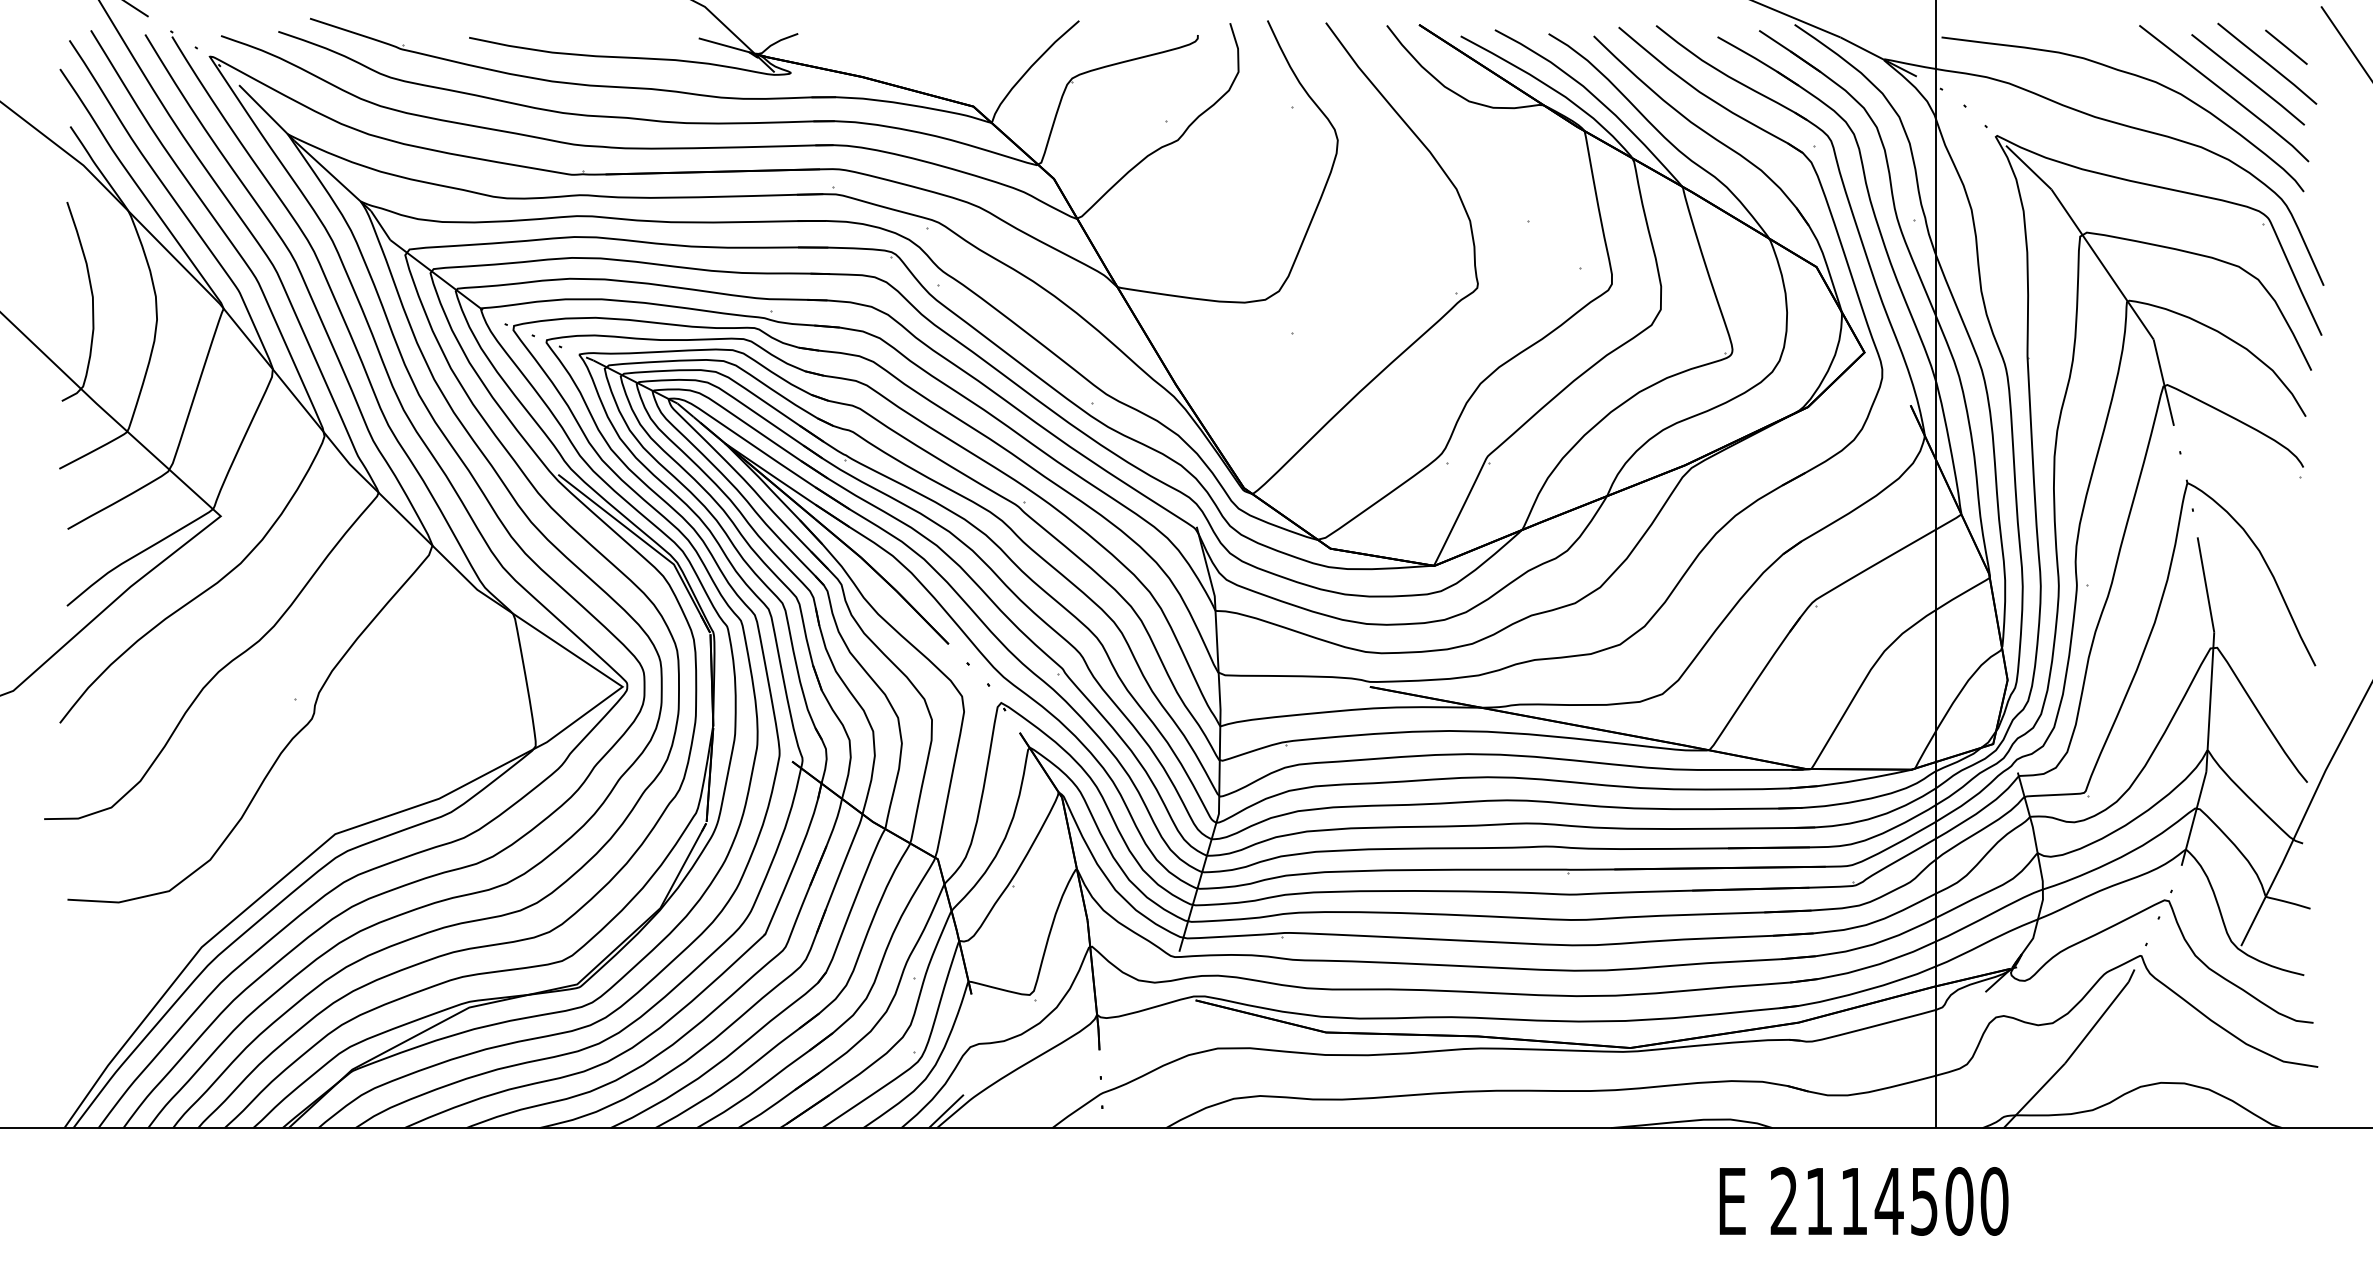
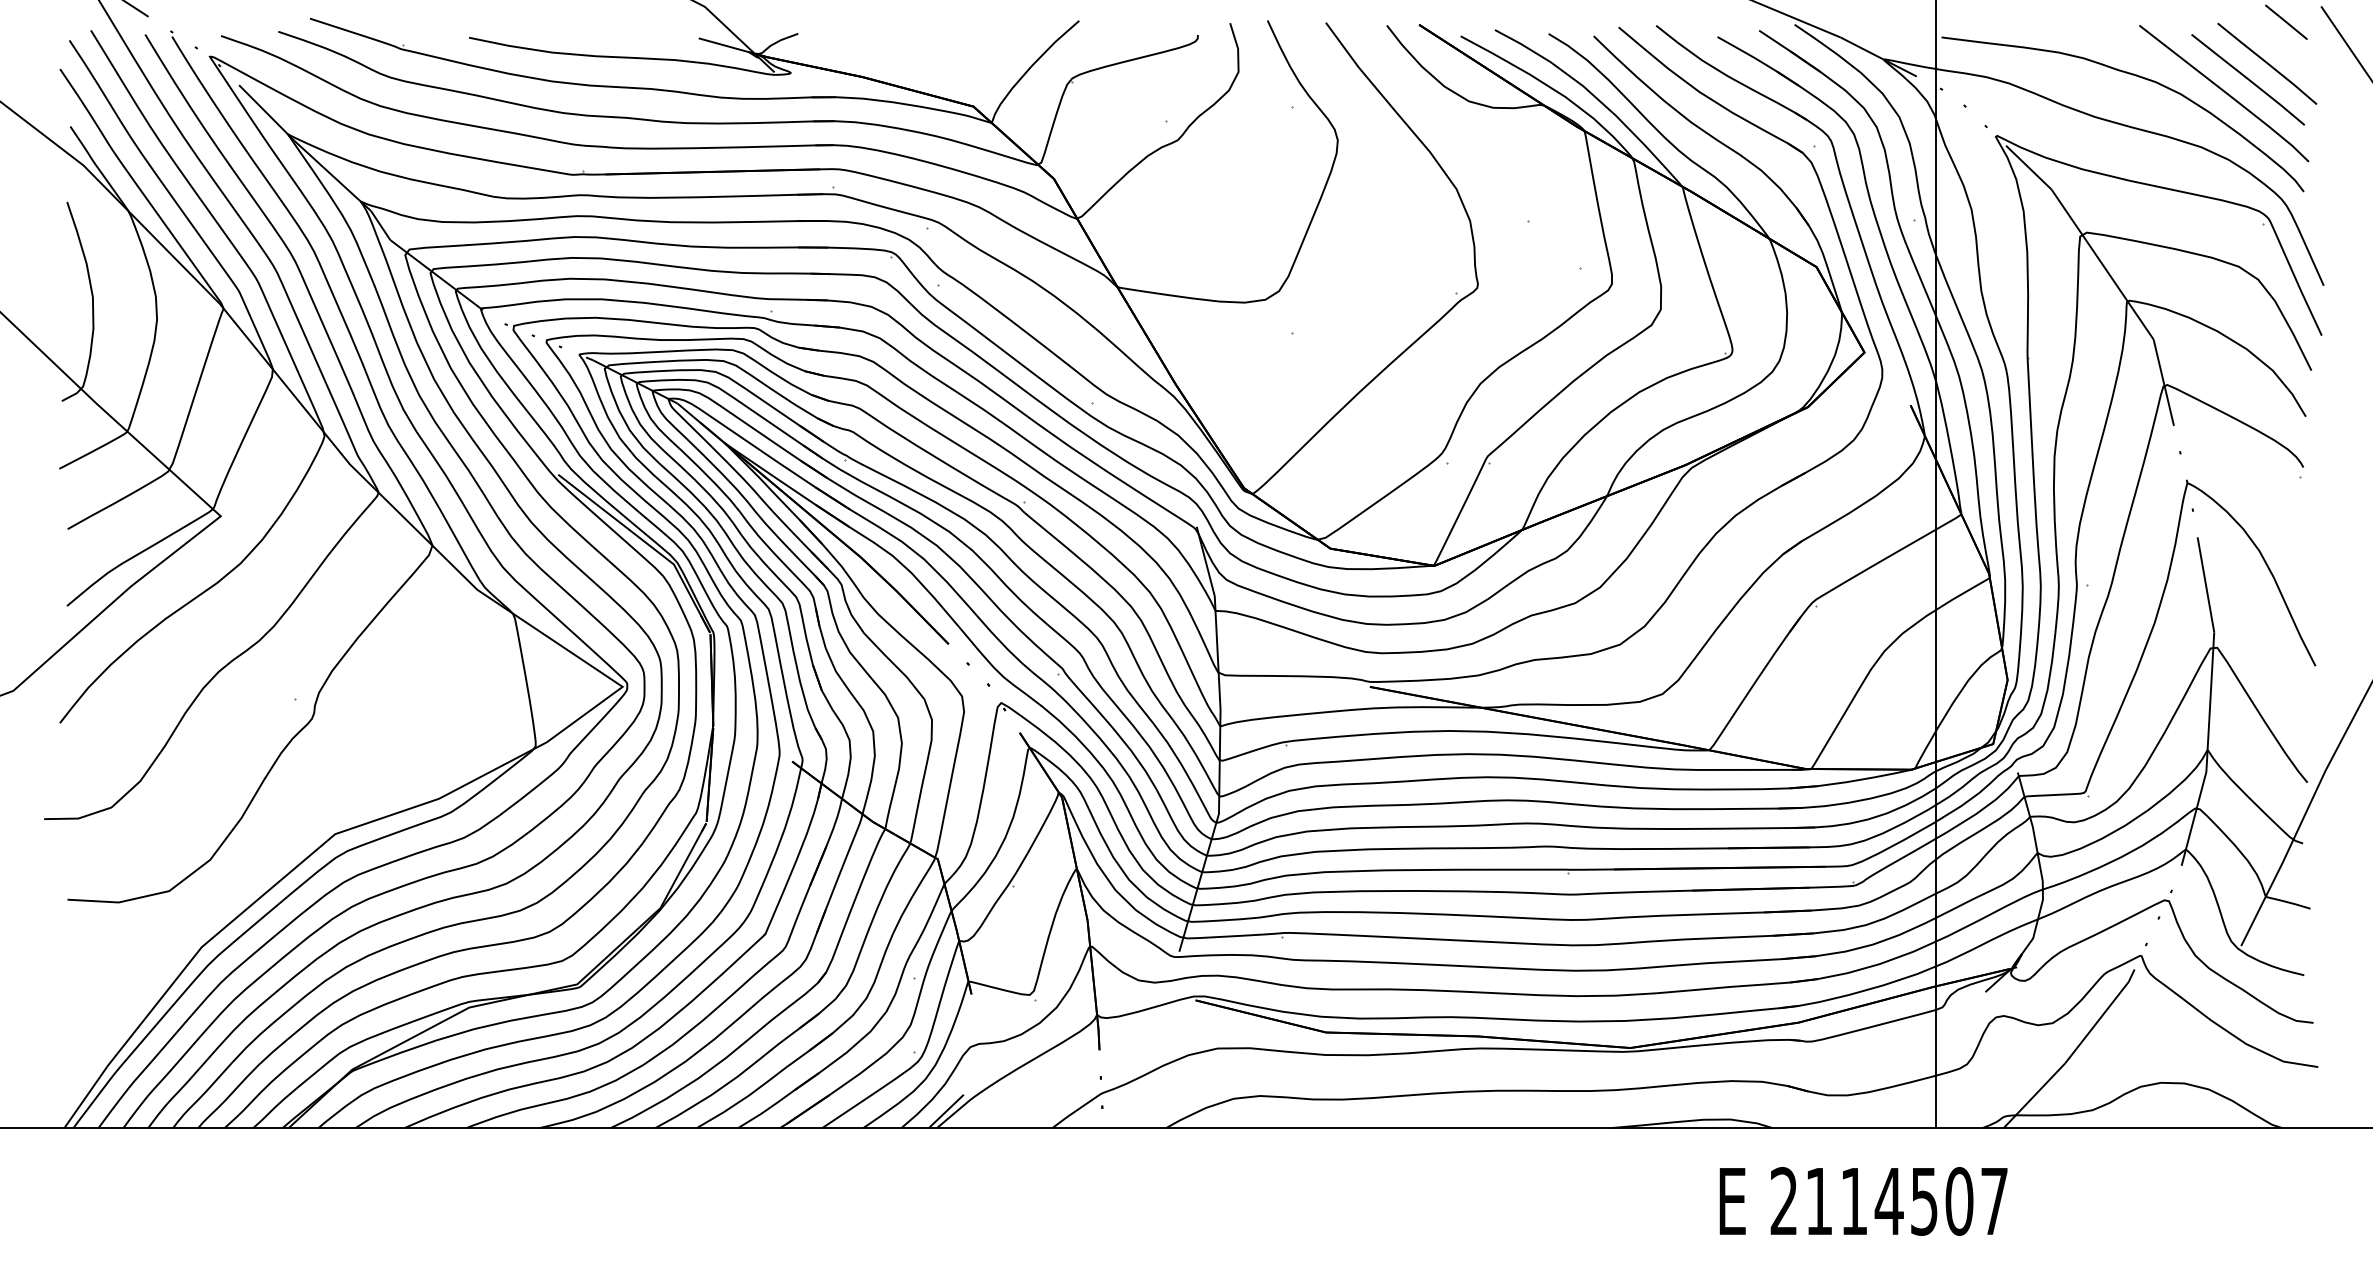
line at (2286, 46) position: (2286, 46) -> (2286, 21)
text at (1994, 1201): 2114500 -> 2114507
